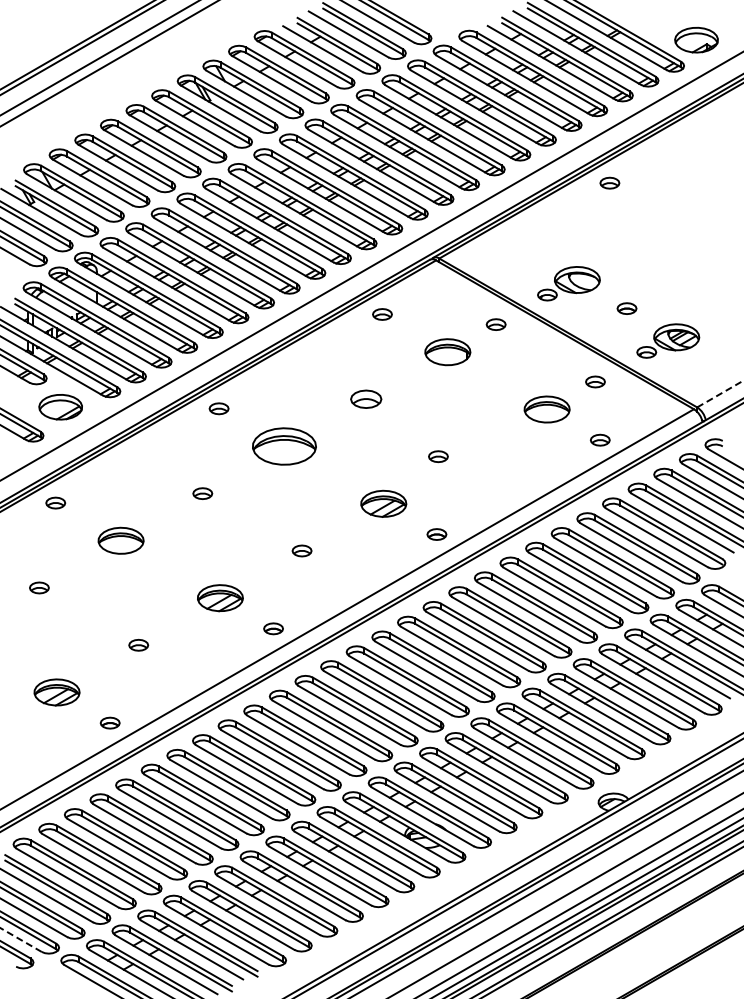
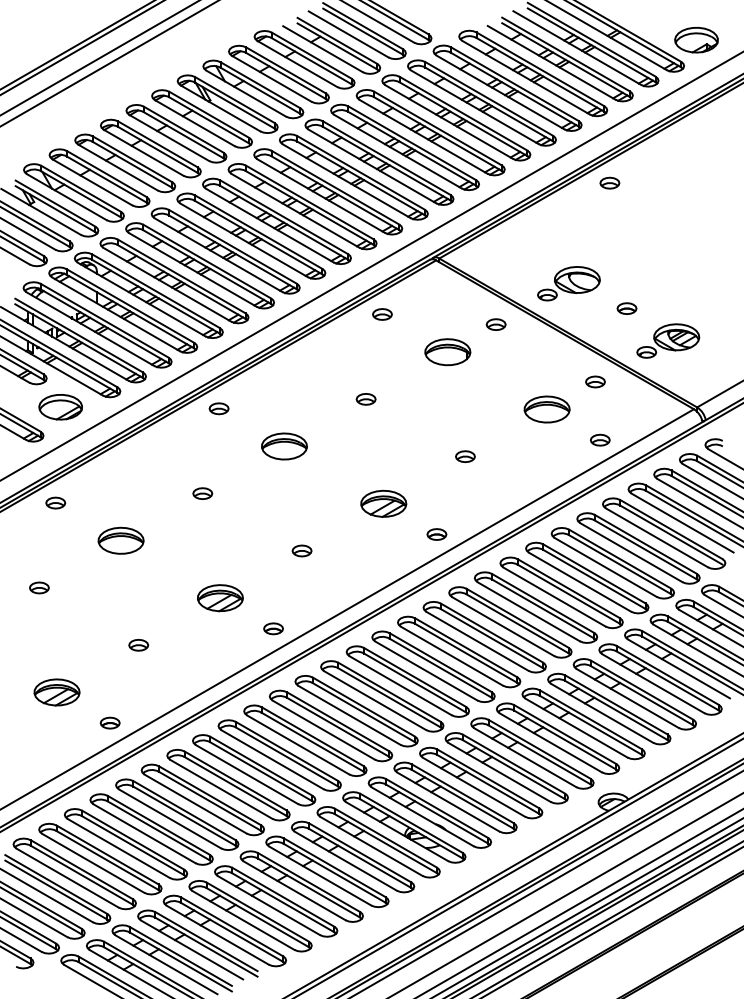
line at (720, 393): dashed -> solid
part at (366, 398) size: 33x20 px -> 22x13 px
part at (284, 446) size: 65x39 px -> 47x29 px
part at (438, 456) position: (438, 456) -> (465, 456)
line at (20, 939): dashed -> solid
